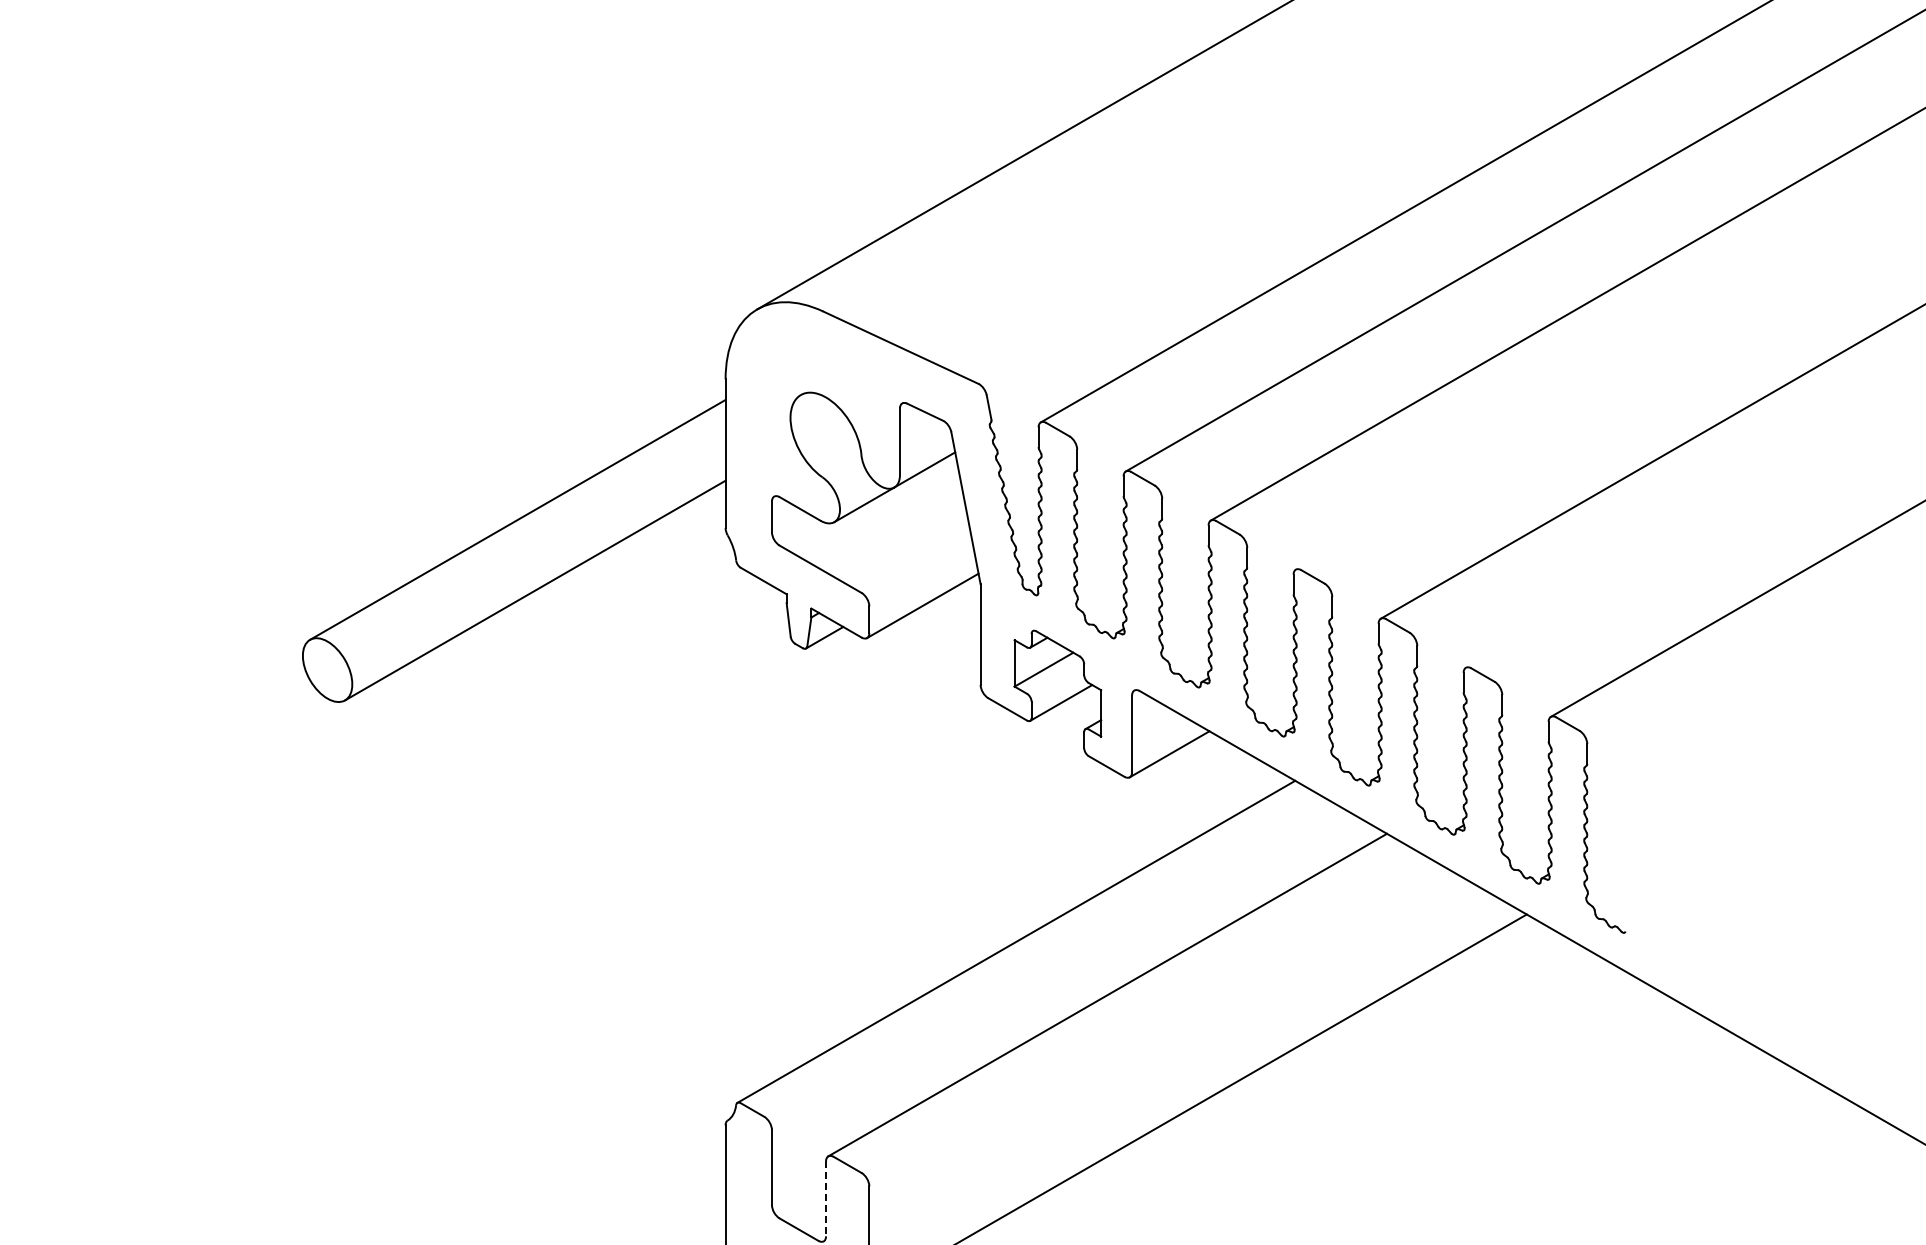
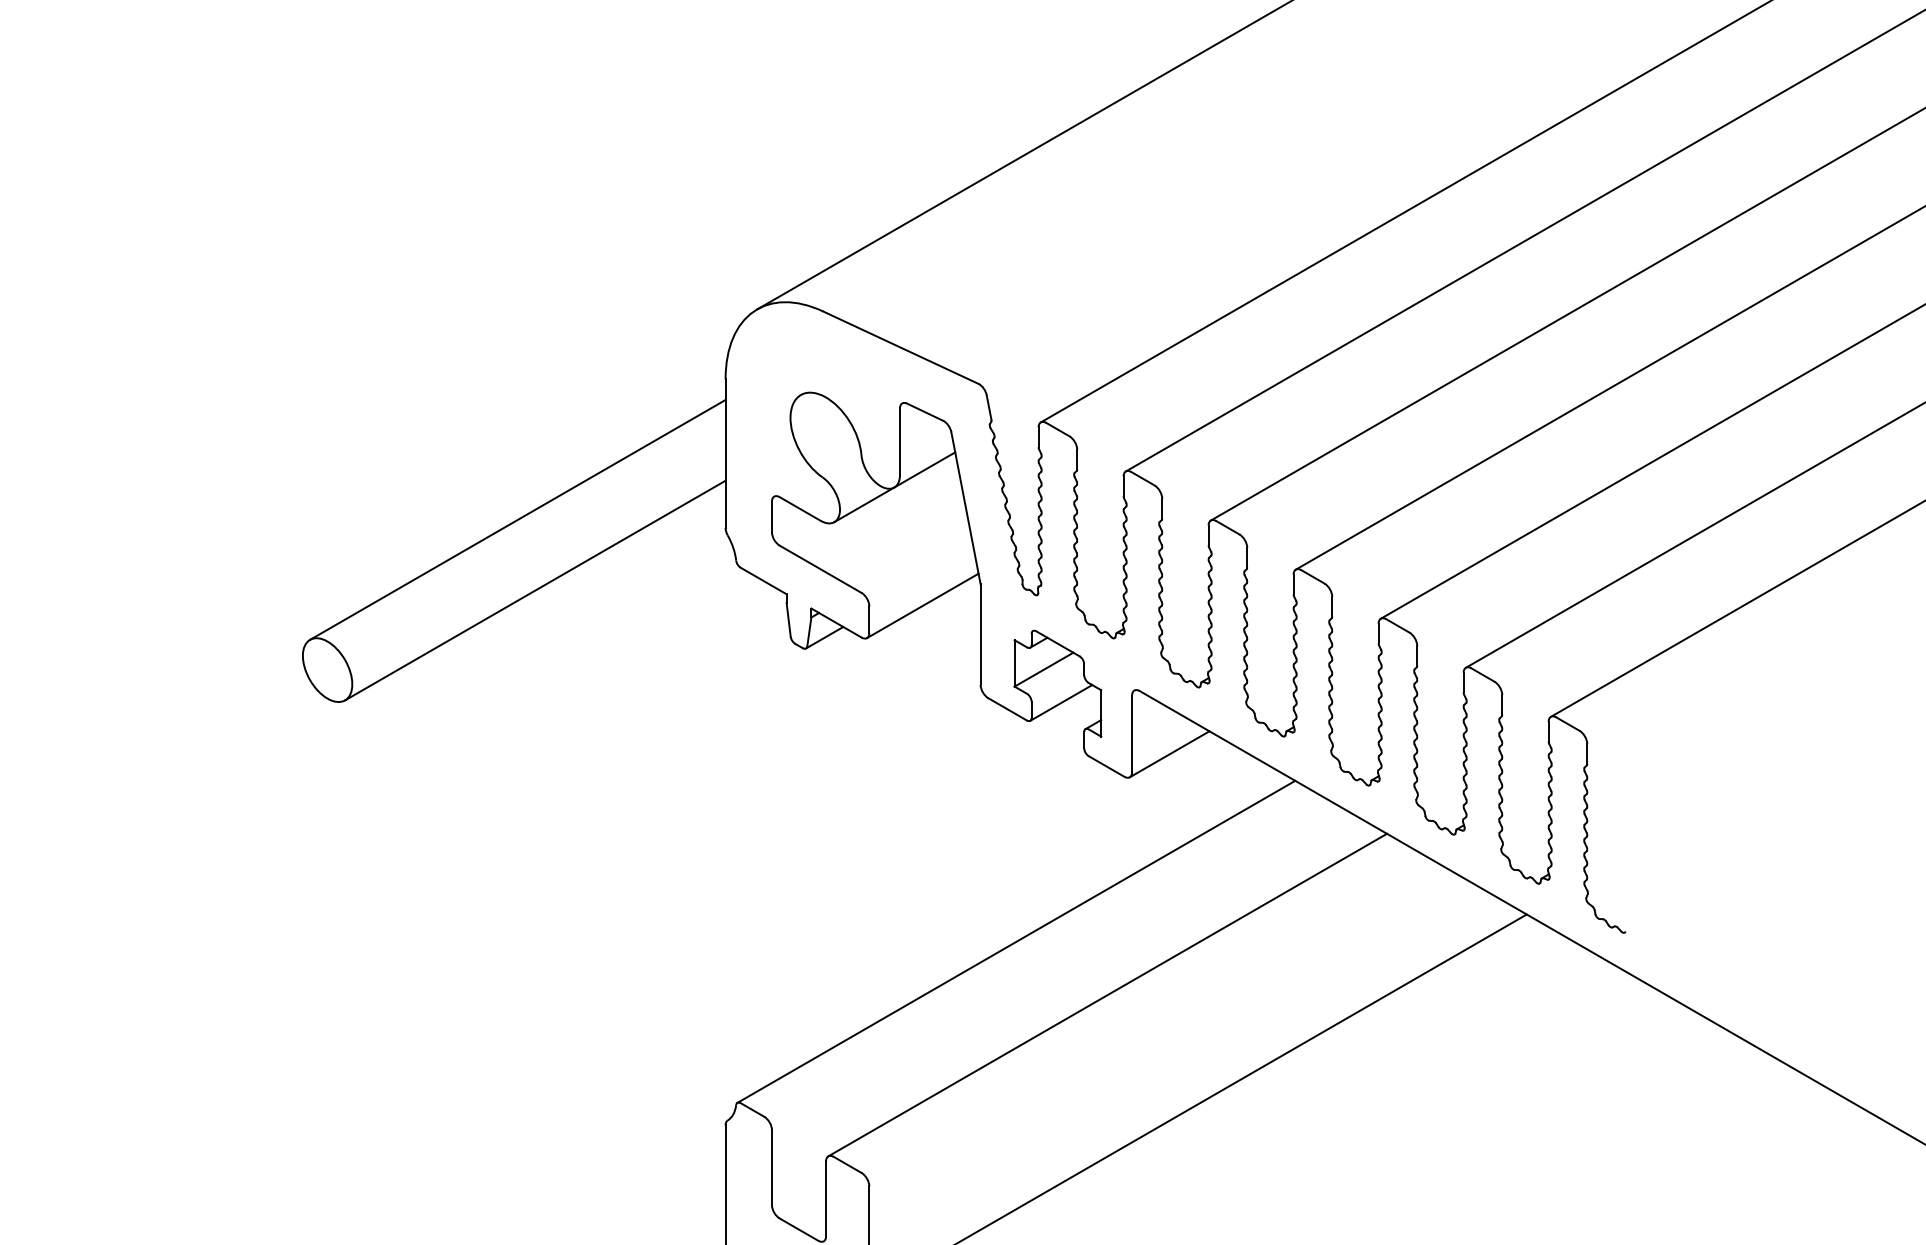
line at (1608, 388): none -> present
line at (1693, 535): none -> present
line at (826, 1199): dashed -> solid
